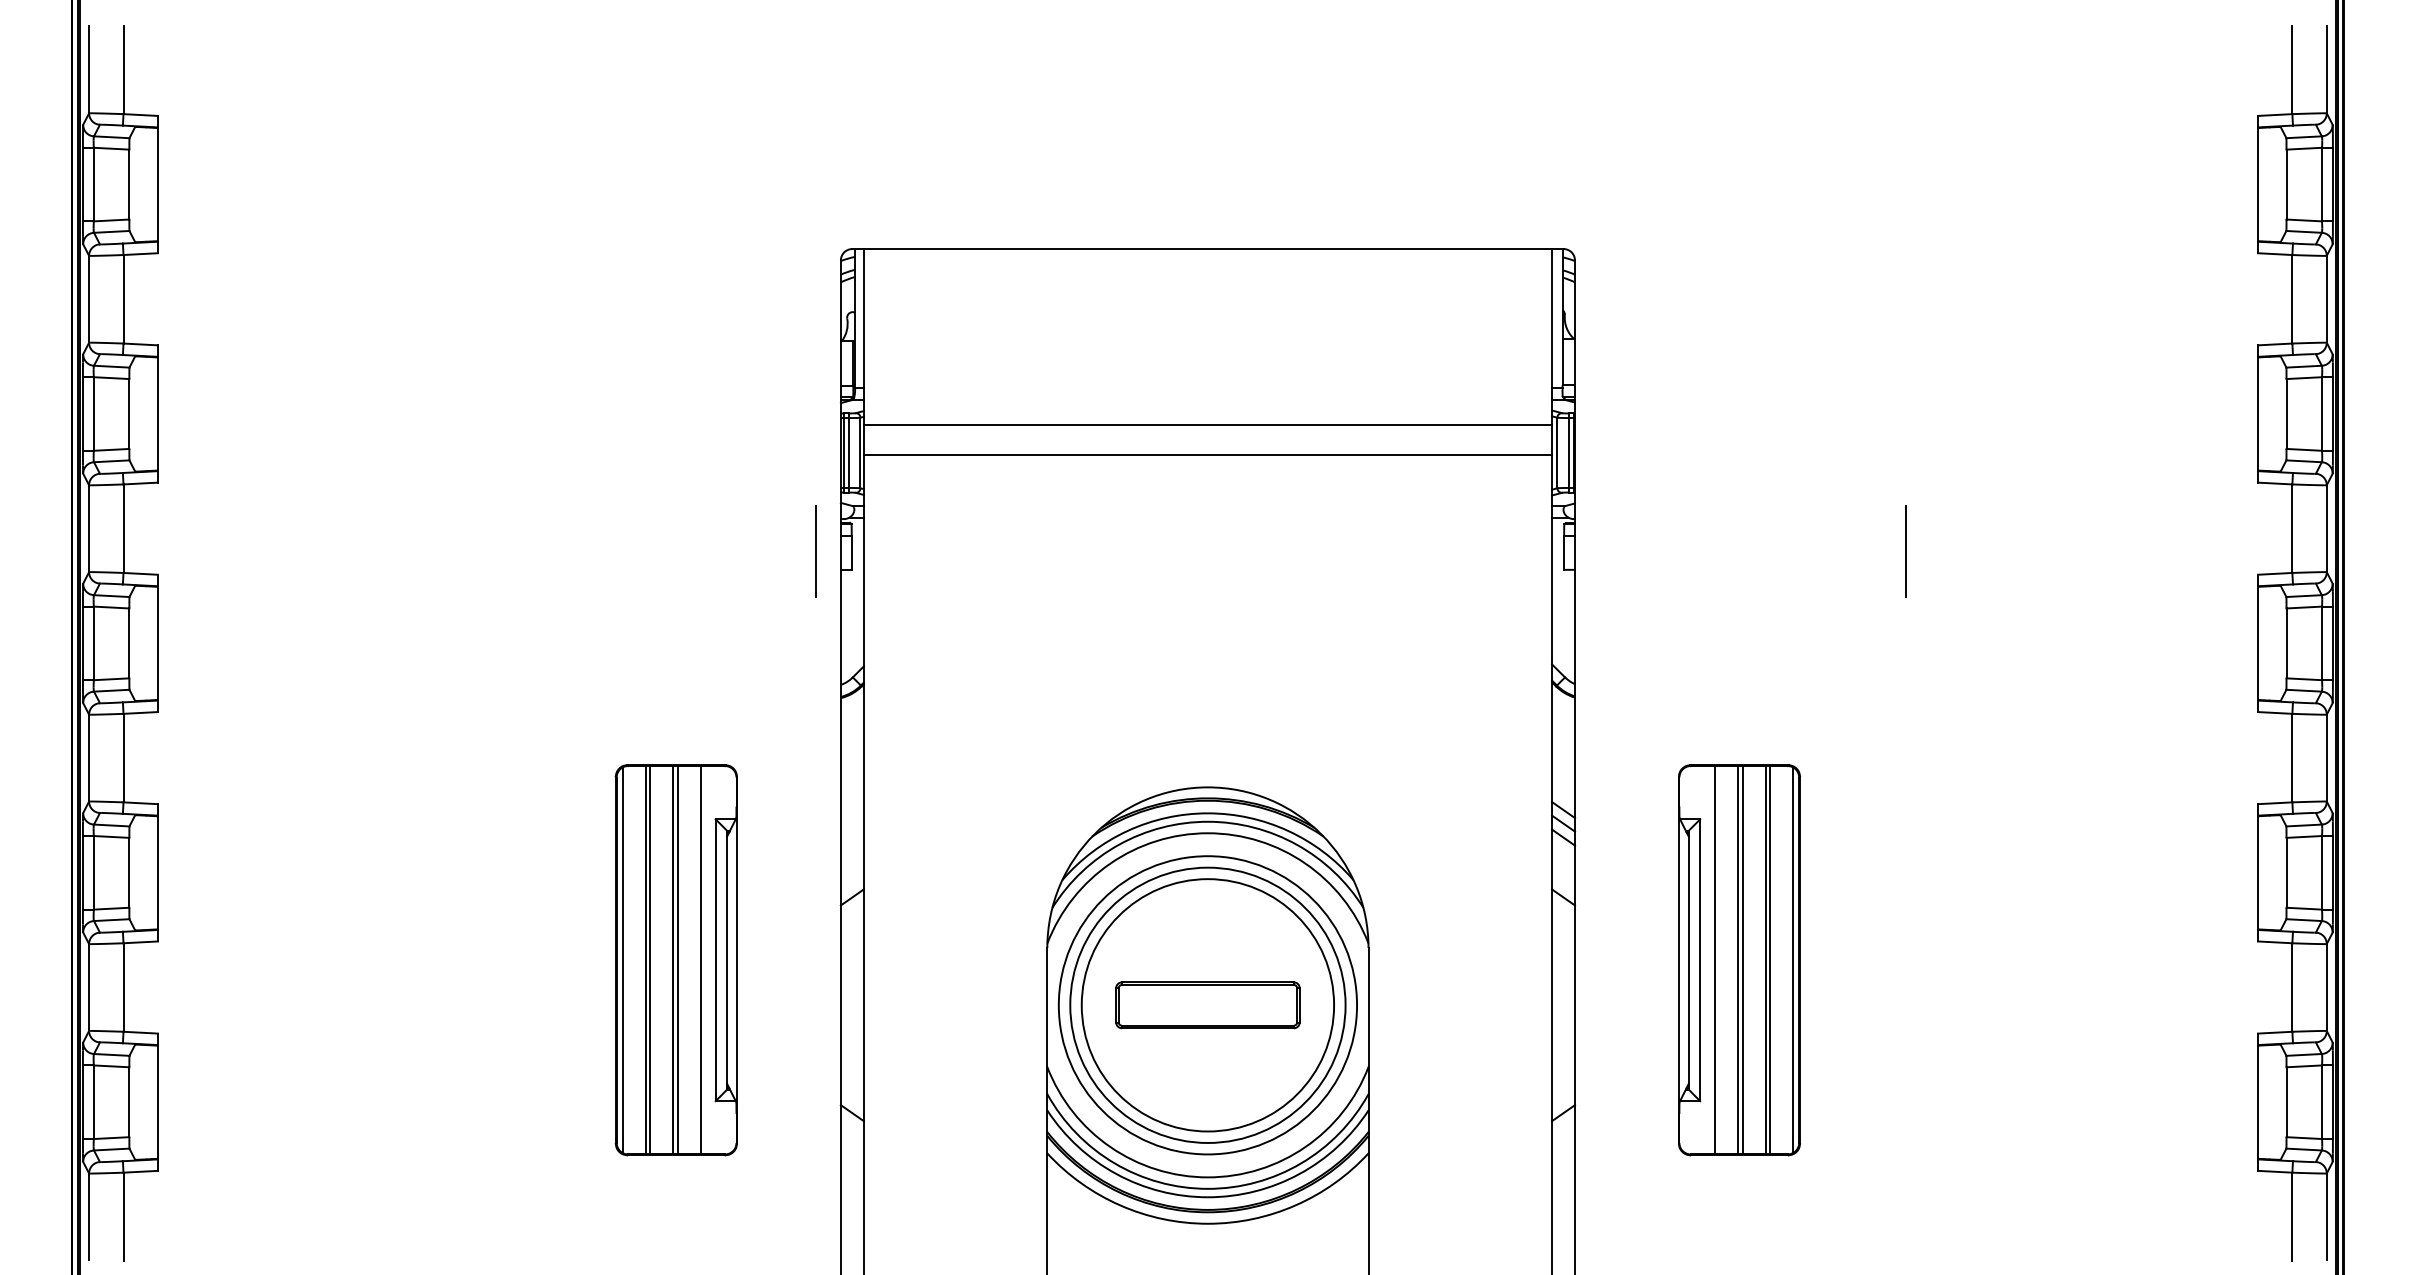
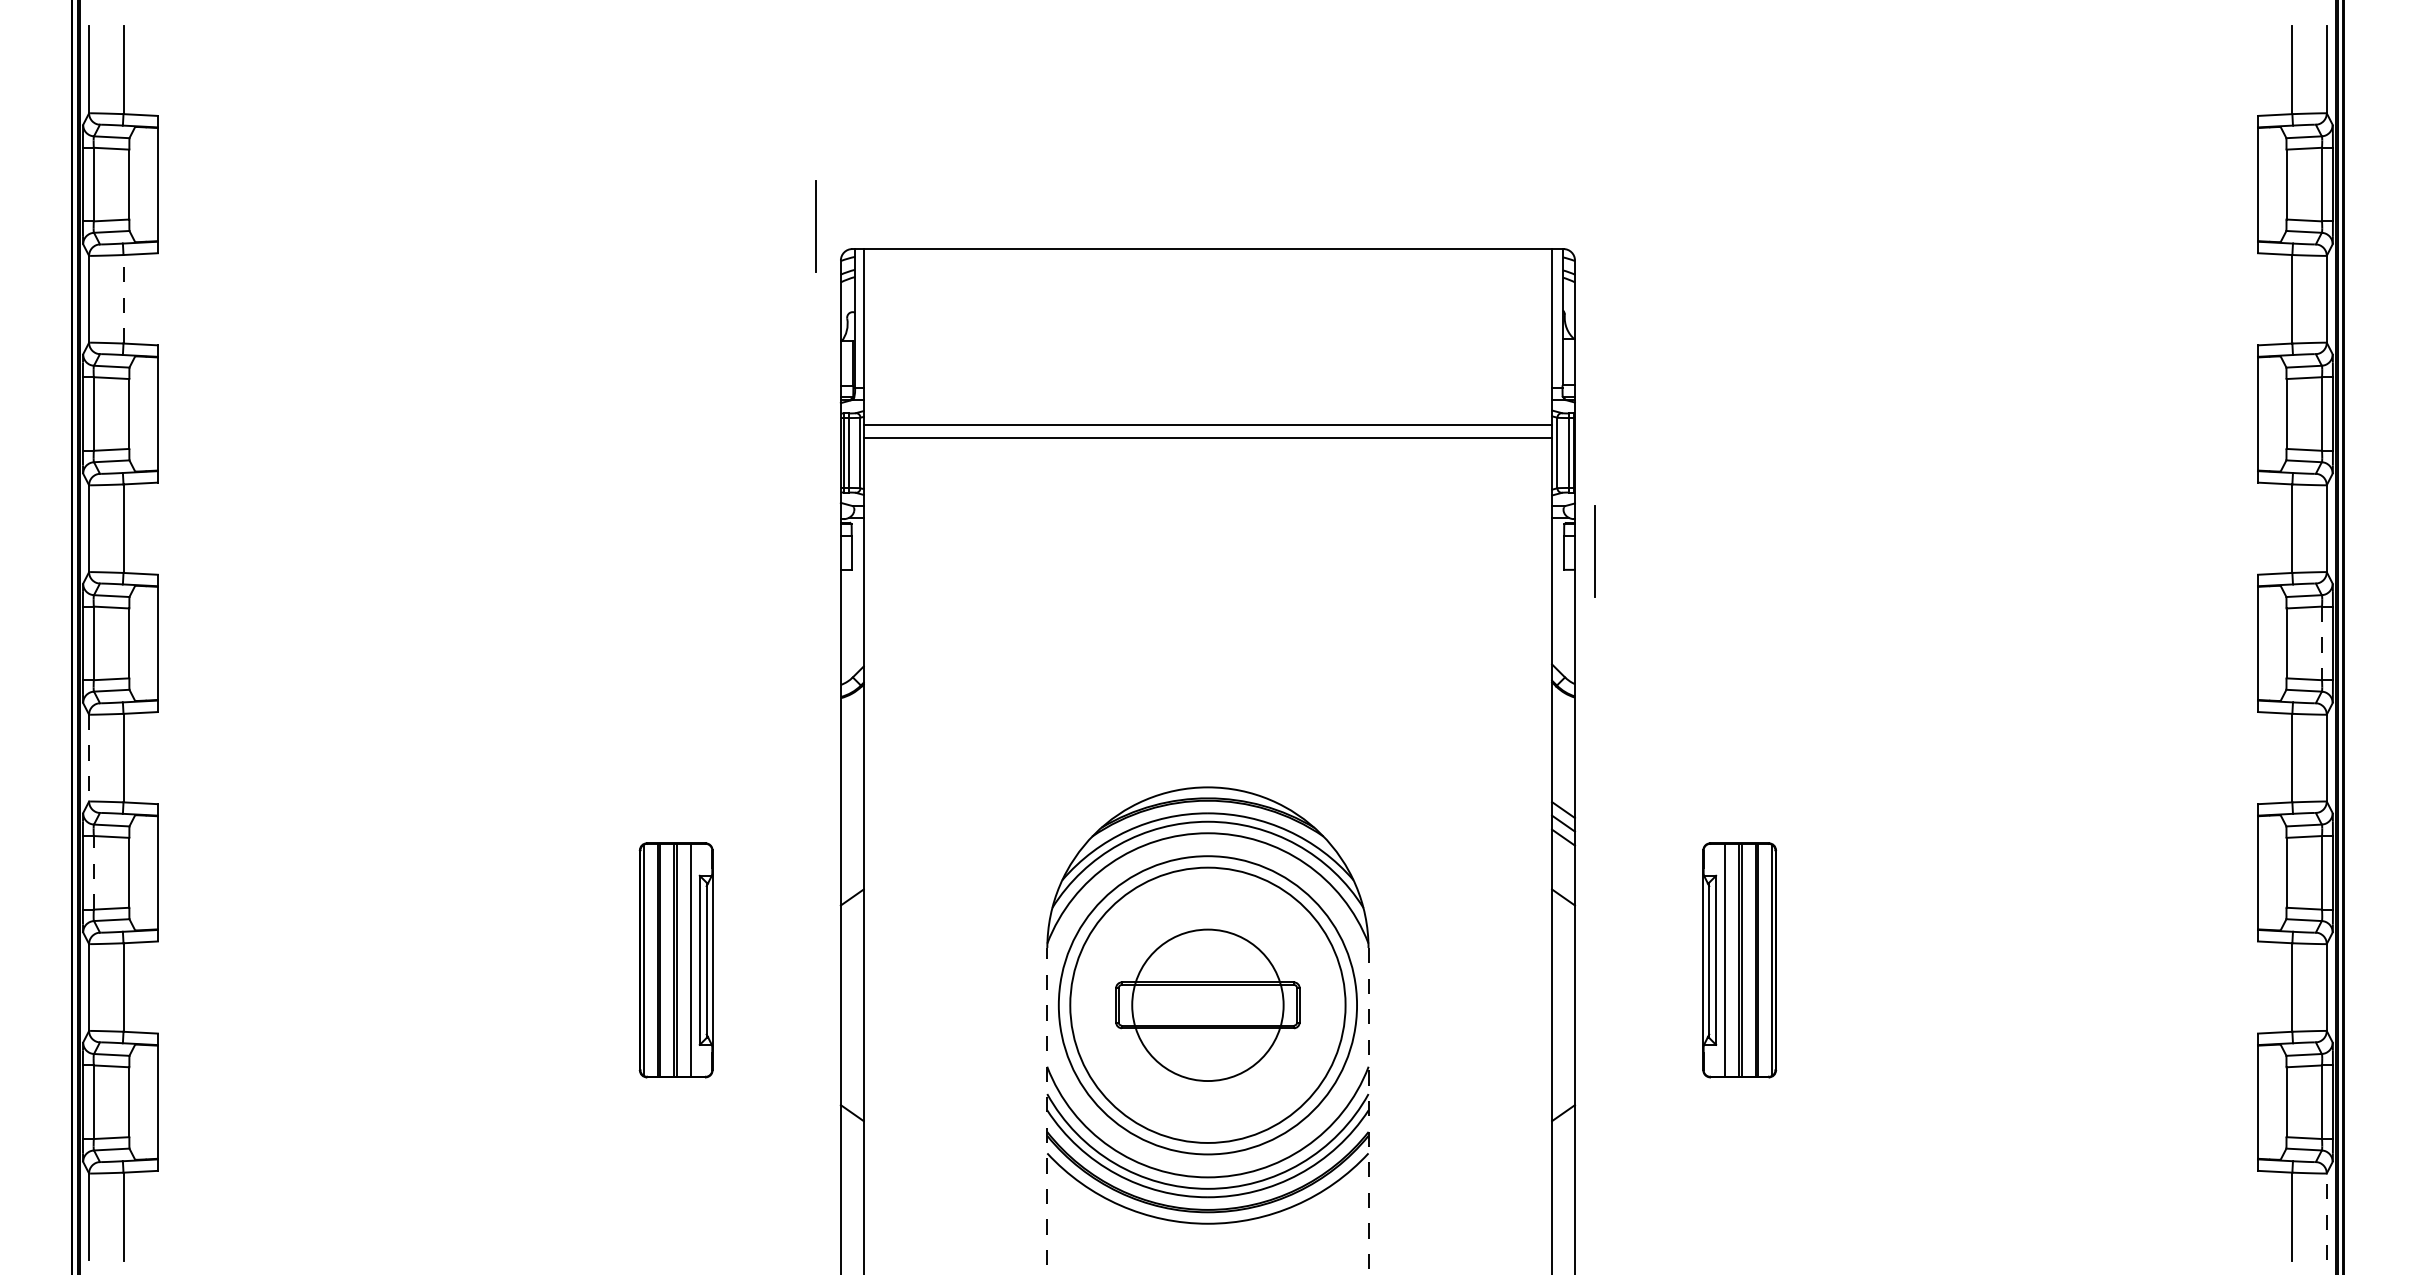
line at (123, 298): solid -> dashed
line at (1207, 454) position: (1207, 454) -> (1207, 437)
line at (815, 551) position: (815, 551) -> (815, 226)
line at (1905, 551) position: (1905, 551) -> (1594, 551)
line at (2322, 643): solid -> dashed
line at (89, 758): solid -> dashed
line at (93, 872): solid -> dashed
part at (675, 960) size: 124x393 px -> 76x237 px
part at (1739, 960) size: 124x393 px -> 76x237 px
circle at (1207, 1005) diameter: 252 px -> 151 px
line at (1047, 1110): solid -> dashed
line at (1368, 1111): solid -> dashed
line at (2326, 1216): solid -> dashed
